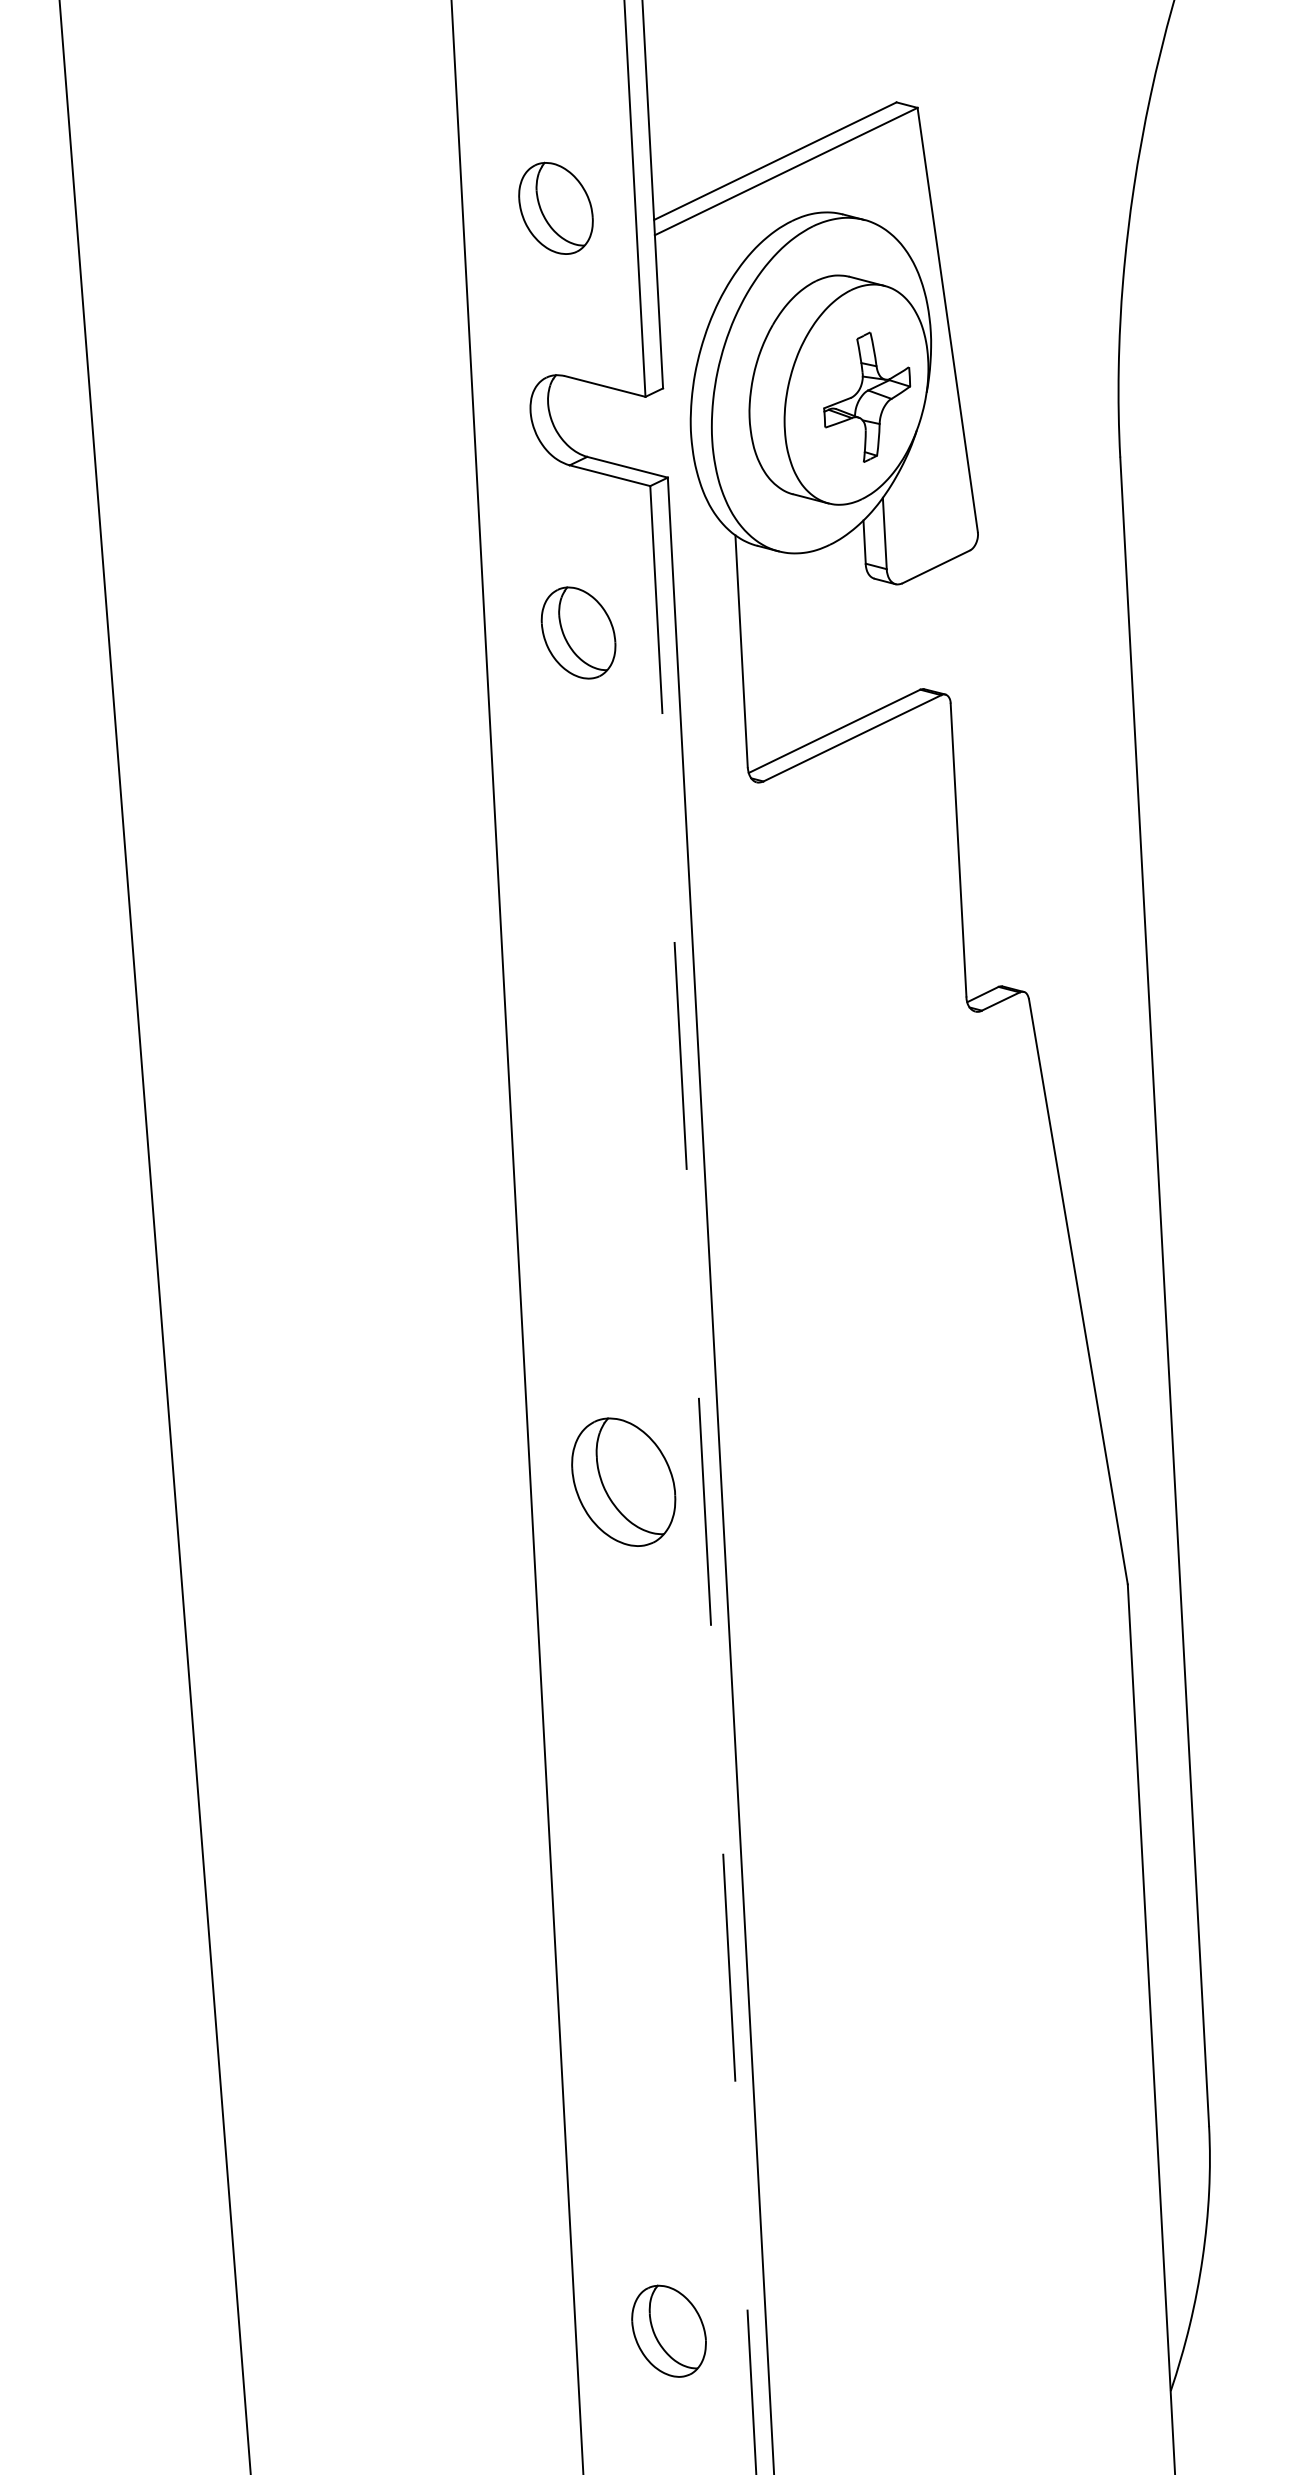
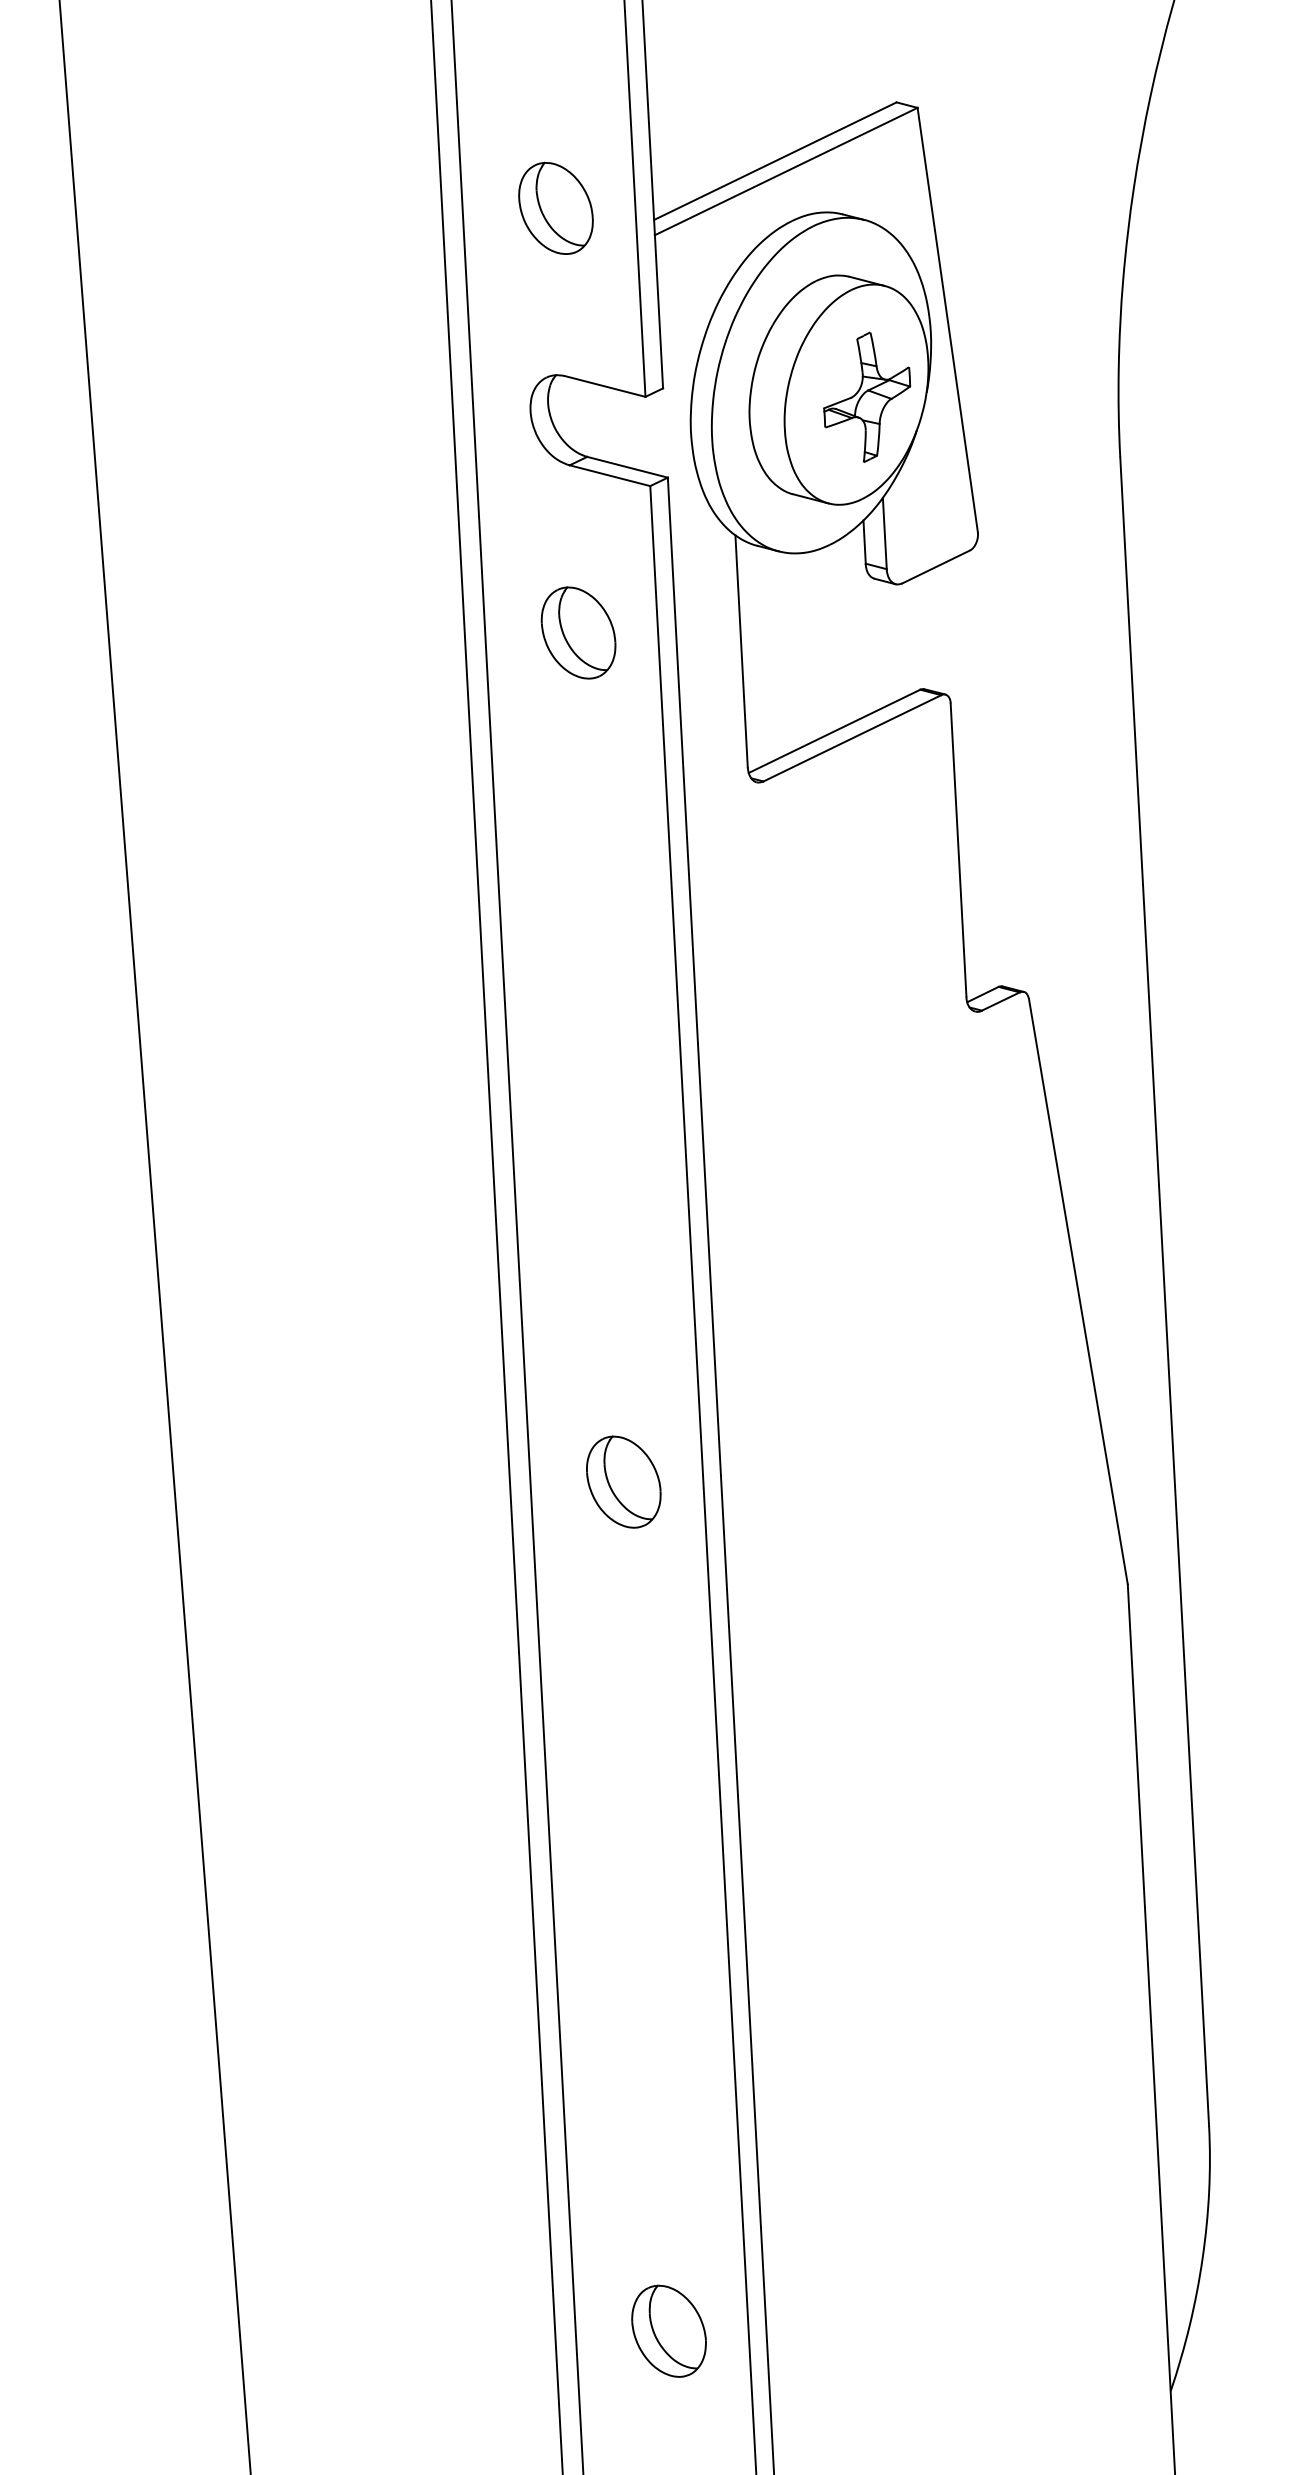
line at (496, 1236): none -> present
line at (703, 1480): dashed -> solid
part at (623, 1481) size: 106x130 px -> 76x94 px
